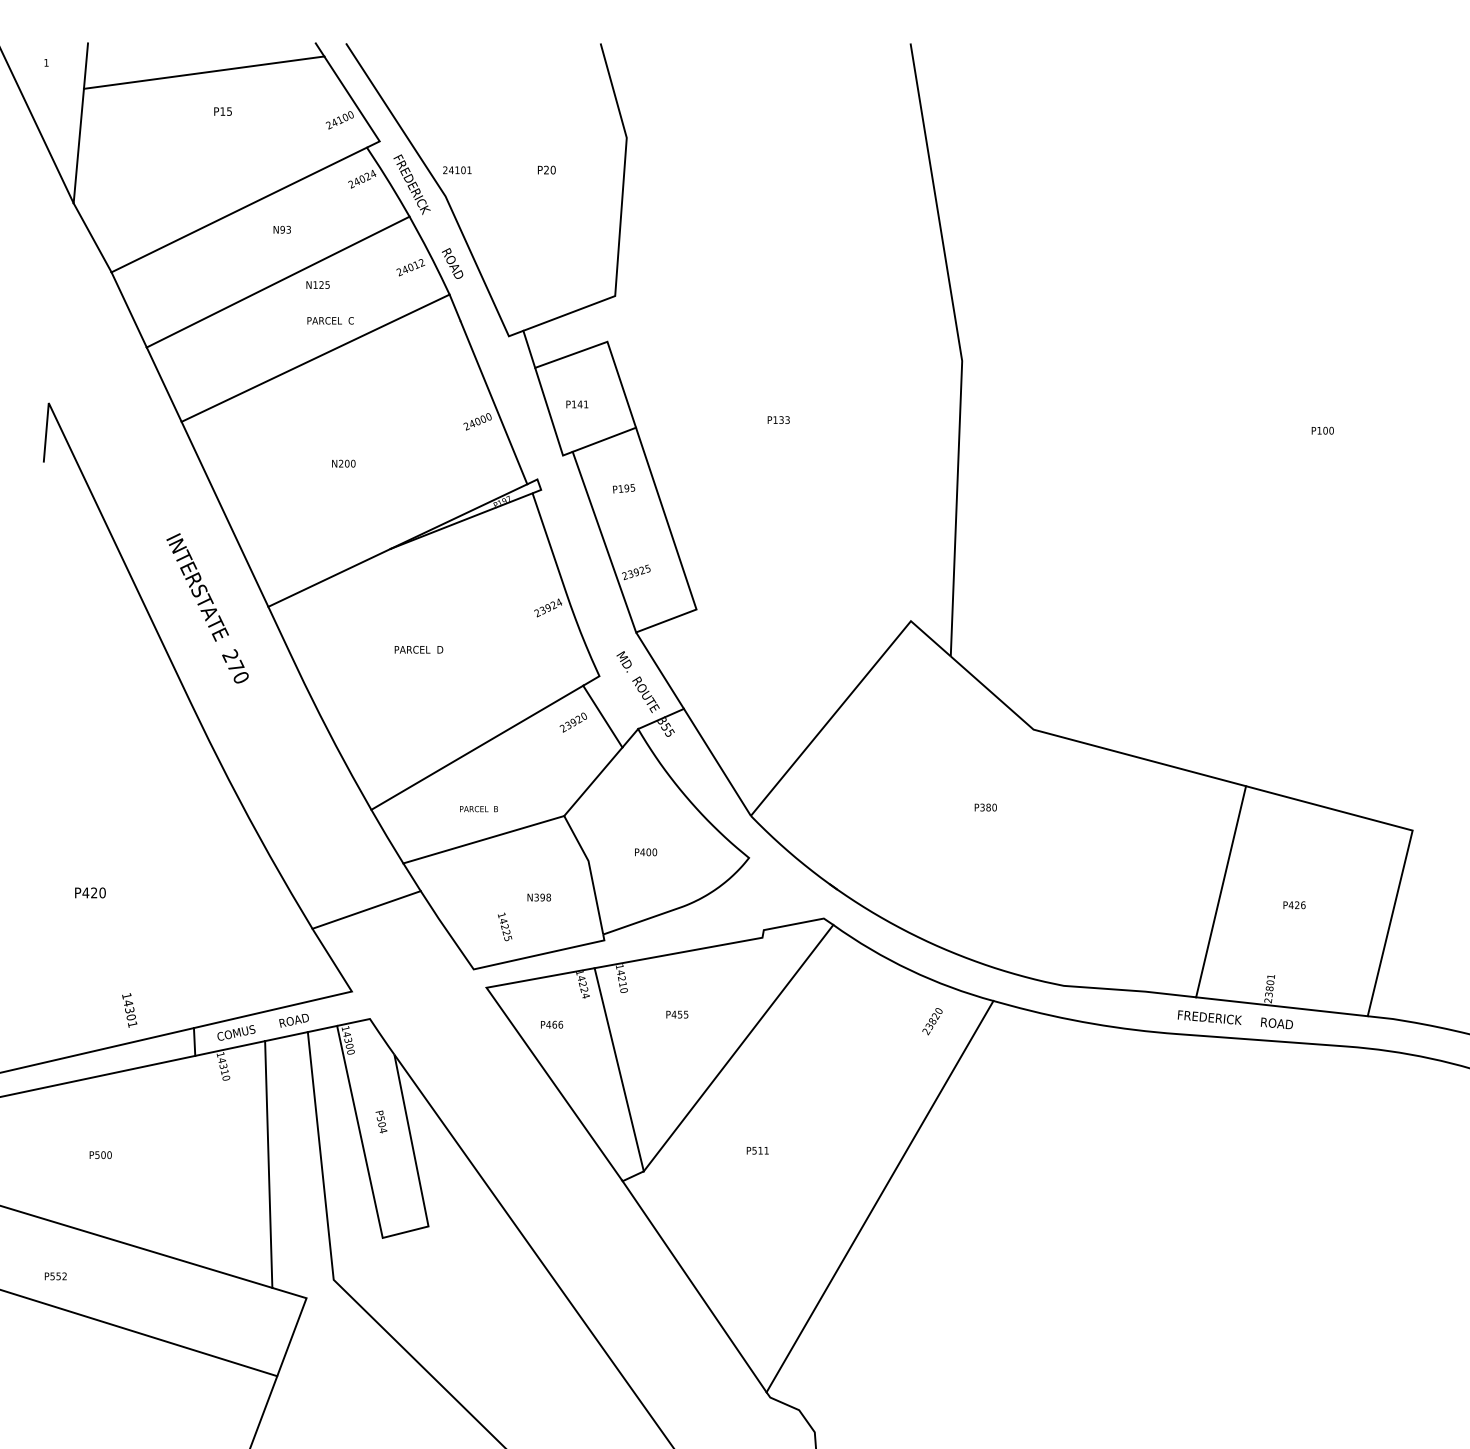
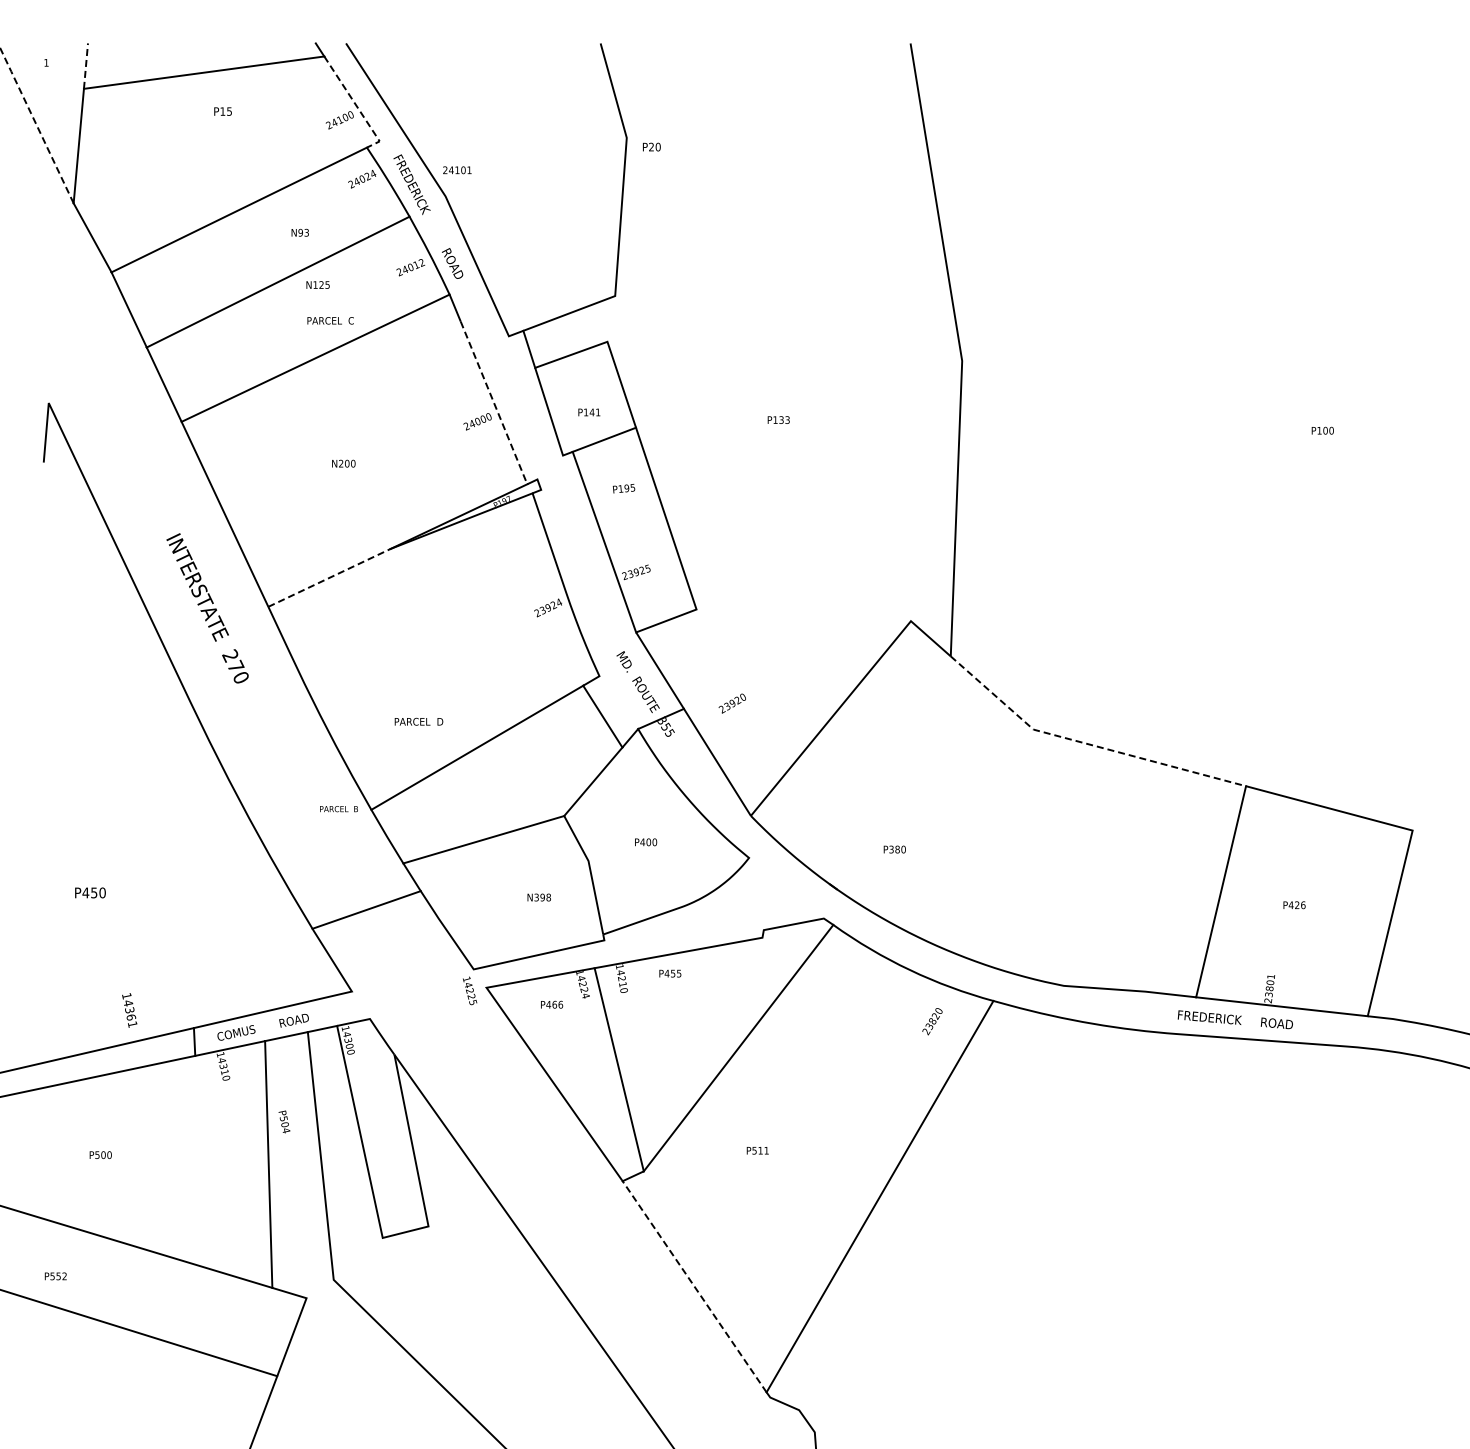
line at (85, 66): solid -> dashed
line at (356, 105): solid -> dashed
line at (36, 124): solid -> dashed
text at (546, 169) position: (546, 169) -> (651, 146)
text at (281, 229) position: (281, 229) -> (299, 232)
line at (494, 402): solid -> dashed
text at (577, 404) position: (577, 404) -> (589, 412)
line at (329, 577): solid -> dashed
text at (418, 649) position: (418, 649) -> (418, 721)
text at (572, 722) position: (572, 722) -> (731, 703)
line at (1085, 743): solid -> dashed
text at (985, 807) position: (985, 807) -> (894, 849)
text at (478, 809) position: (478, 809) -> (338, 809)
text at (646, 852) position: (646, 852) -> (646, 842)
text at (94, 892): P420 -> P450
text at (505, 926) position: (505, 926) -> (470, 990)
text at (677, 1014) position: (677, 1014) -> (670, 973)
text at (131, 1017): 14301 -> 14361
text at (552, 1024) position: (552, 1024) -> (552, 1004)
text at (381, 1121) position: (381, 1121) -> (284, 1121)
line at (694, 1285): solid -> dashed
